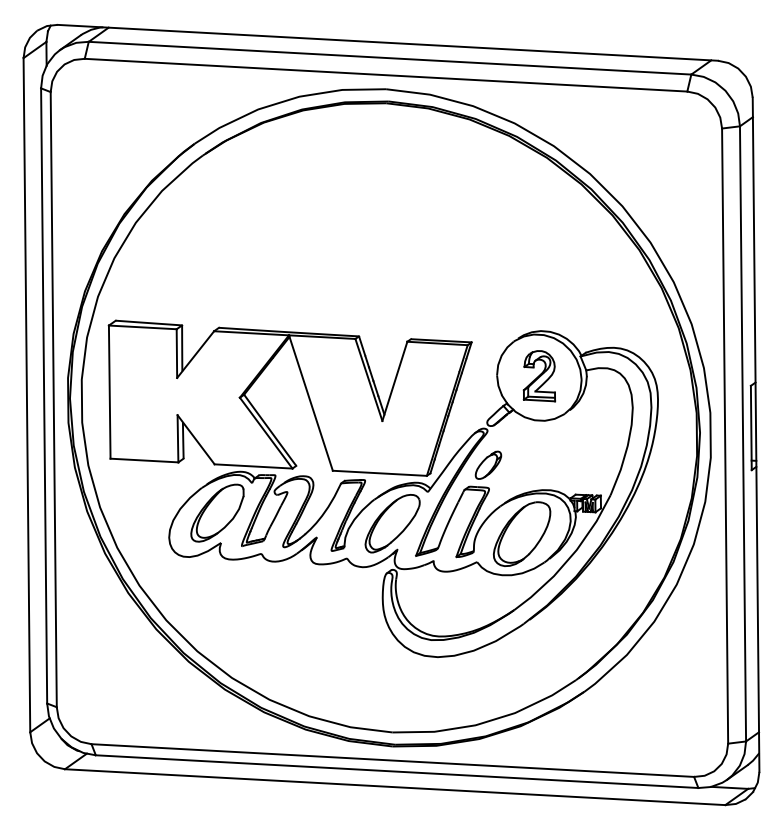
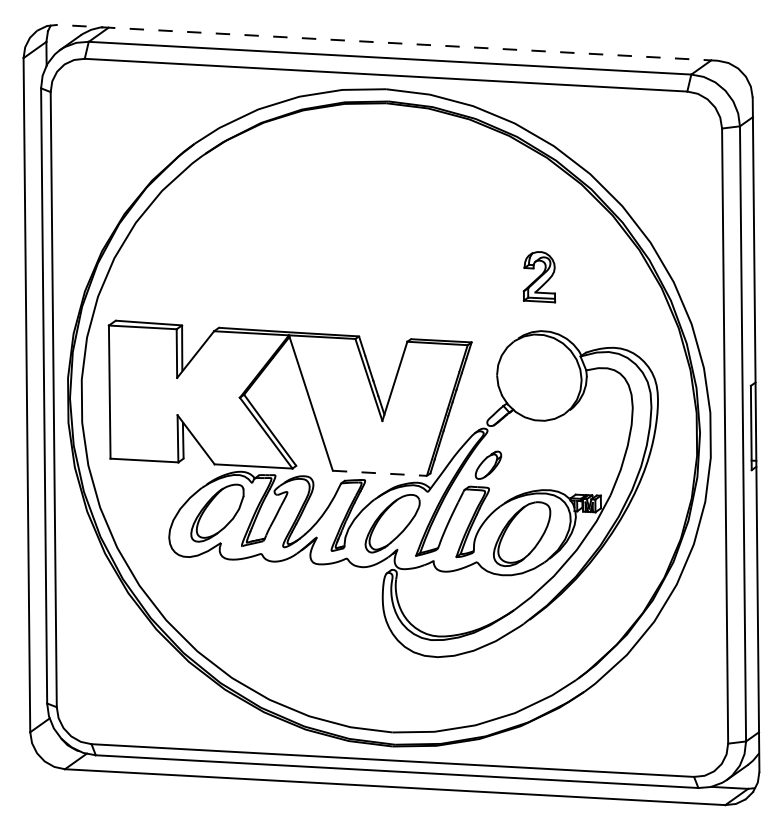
line at (387, 42): solid -> dashed
part at (539, 376) position: (539, 376) -> (539, 277)
line at (380, 473): solid -> dashed
